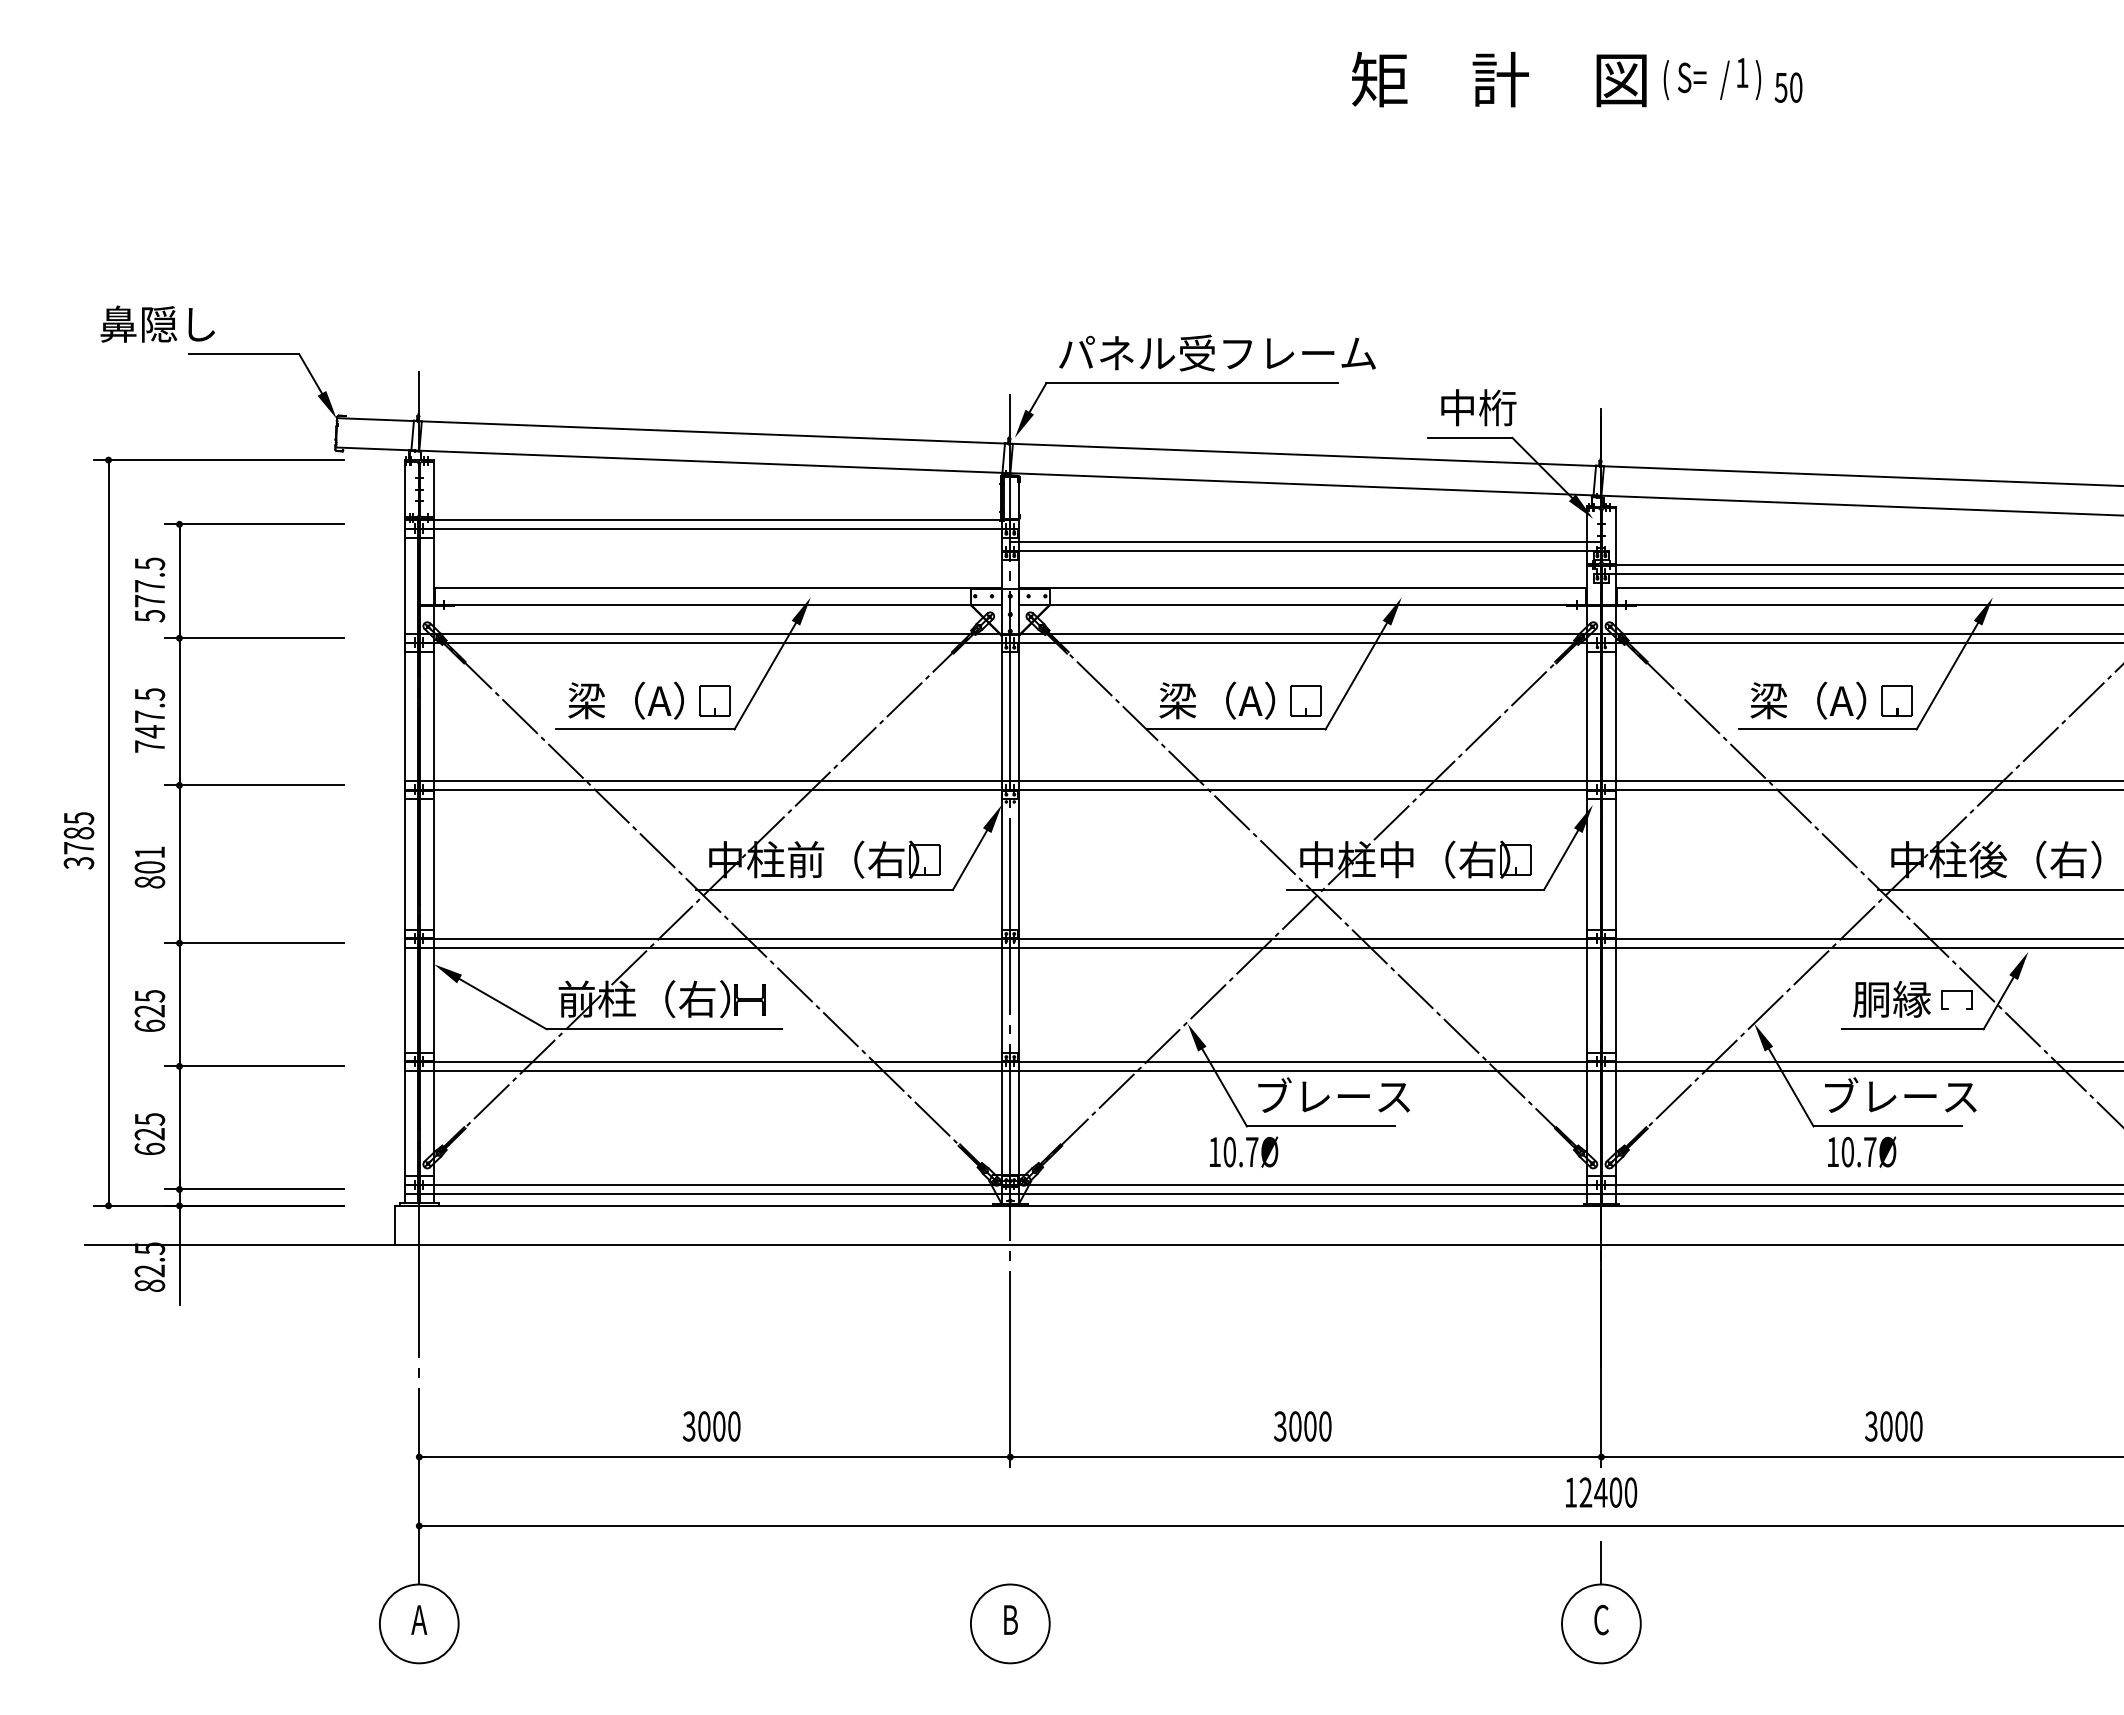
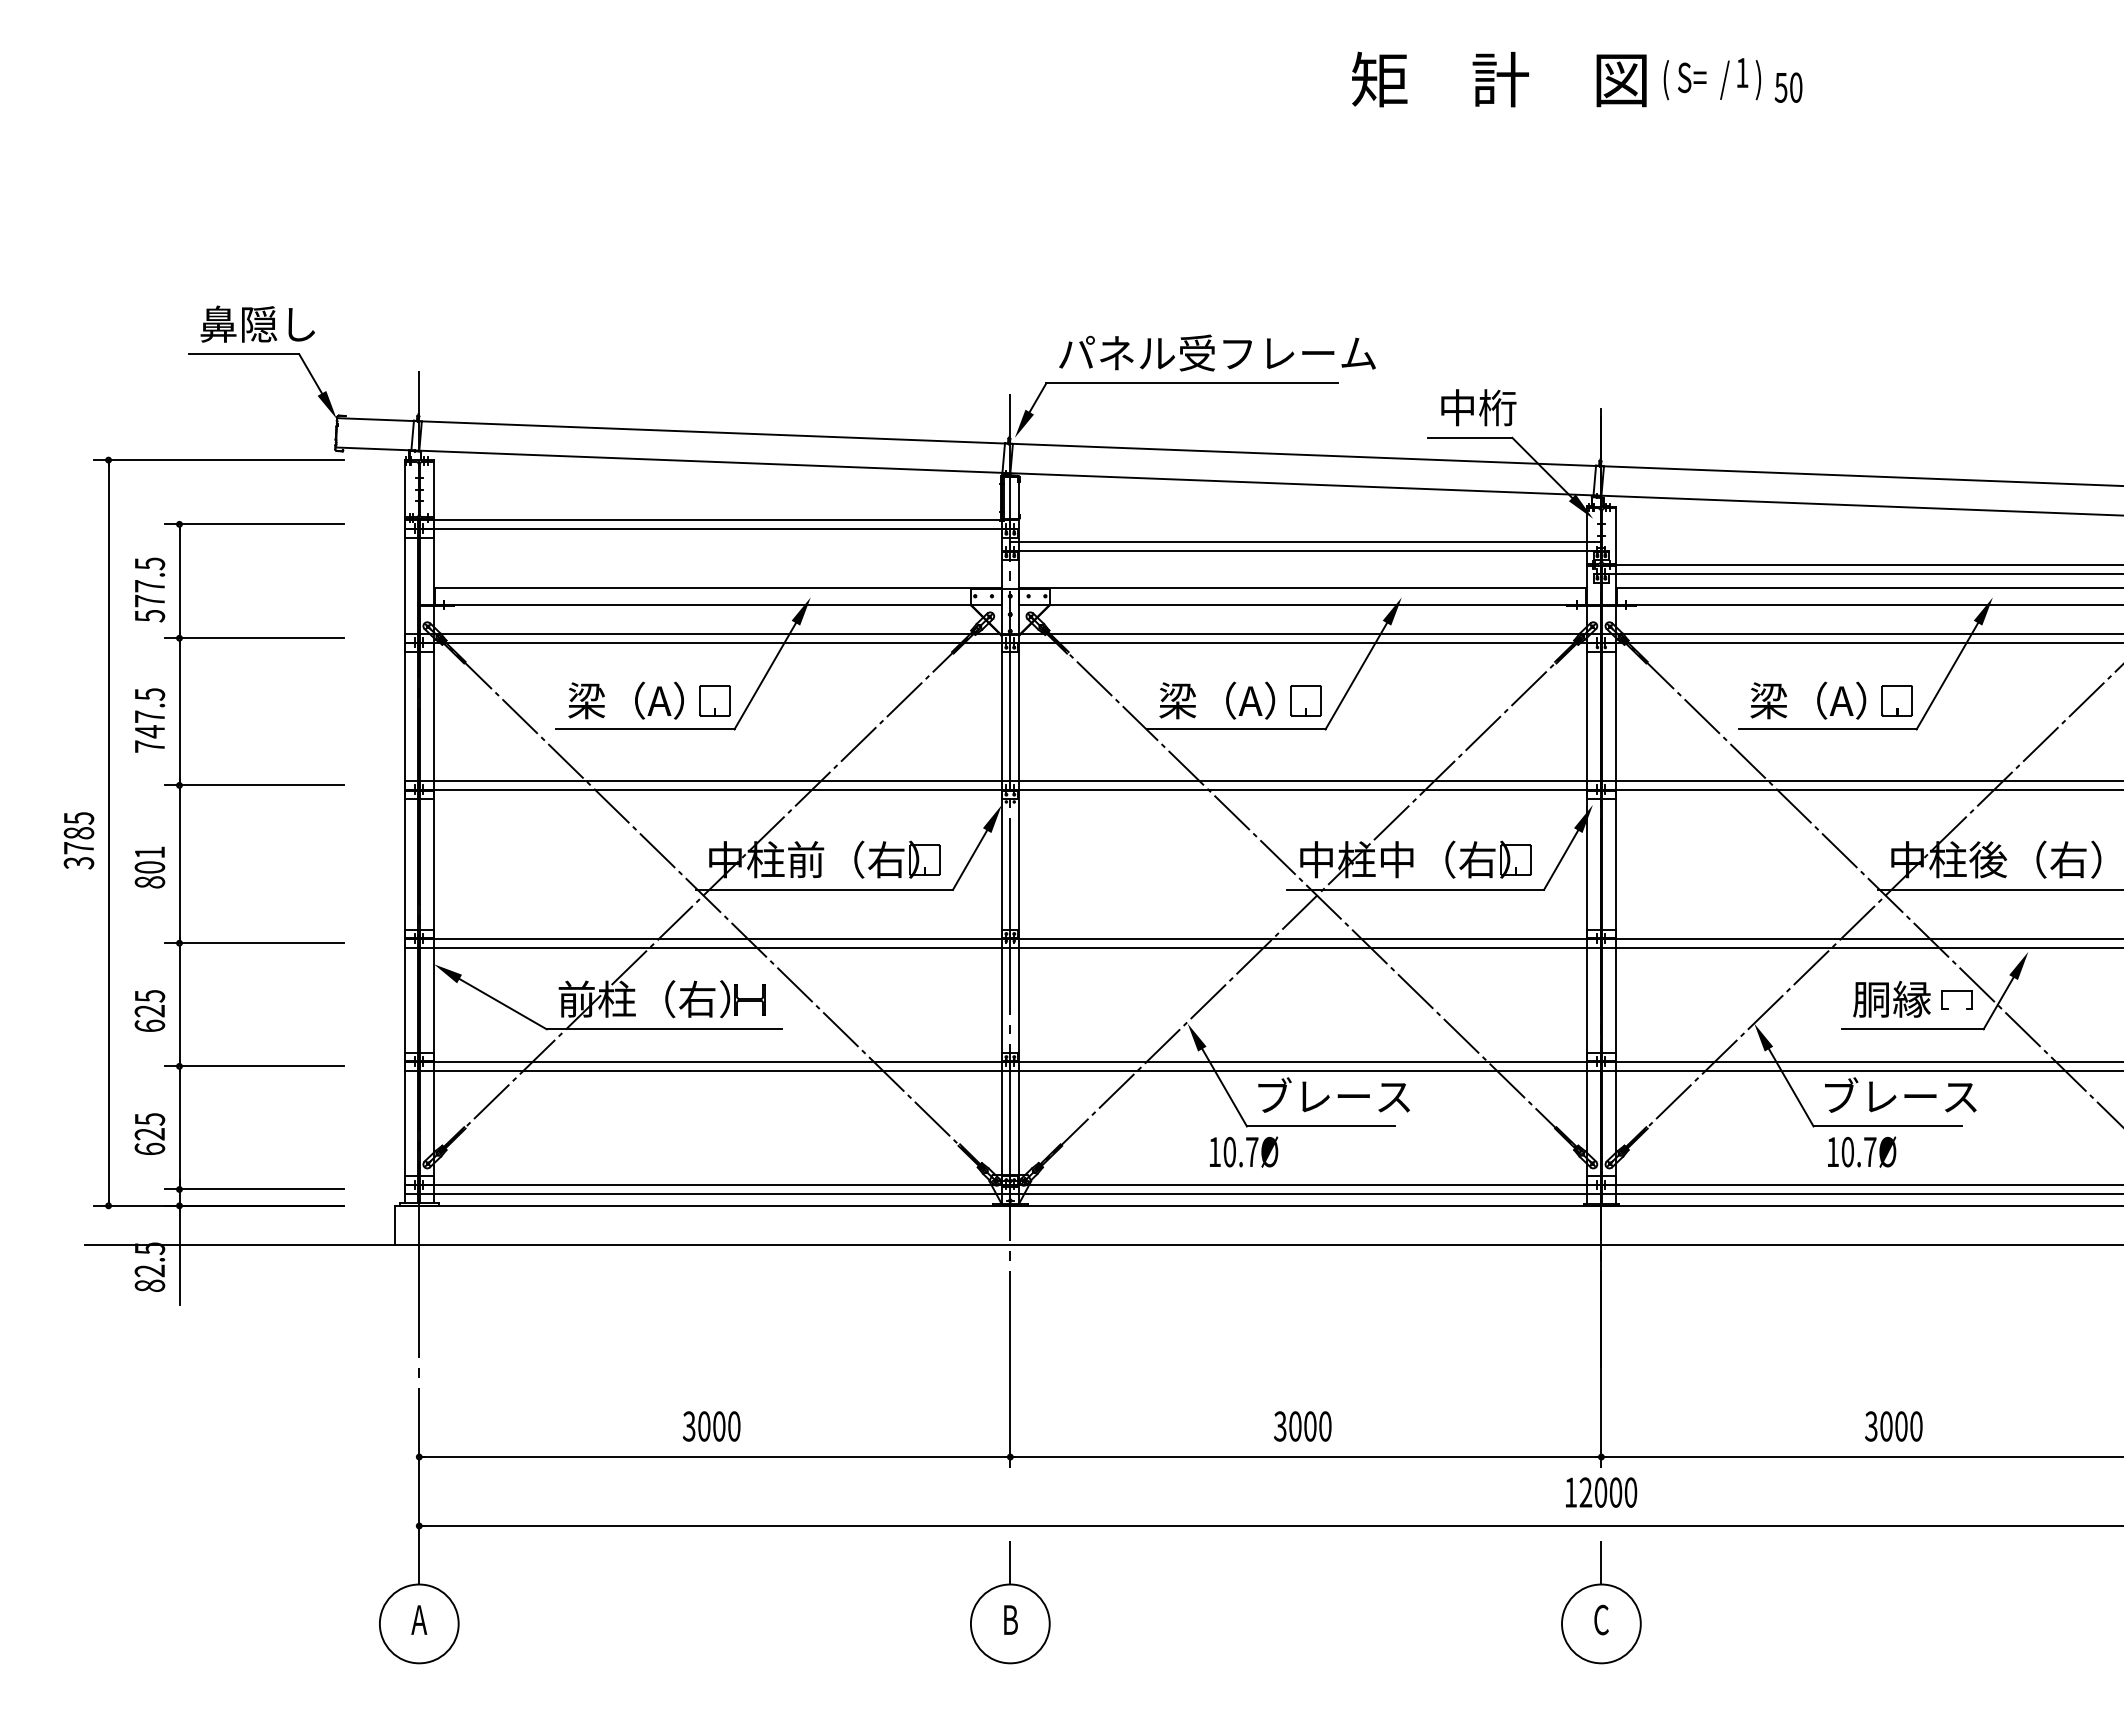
text at (157, 323) position: (157, 323) -> (257, 323)
text at (1600, 1492): 12400 -> 12000
line at (1010, 1562): none -> present
